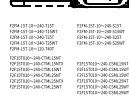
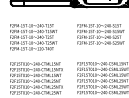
line at (46, 5): dashed -> solid
text at (36, 72) position: (36, 72) -> (36, 78)
